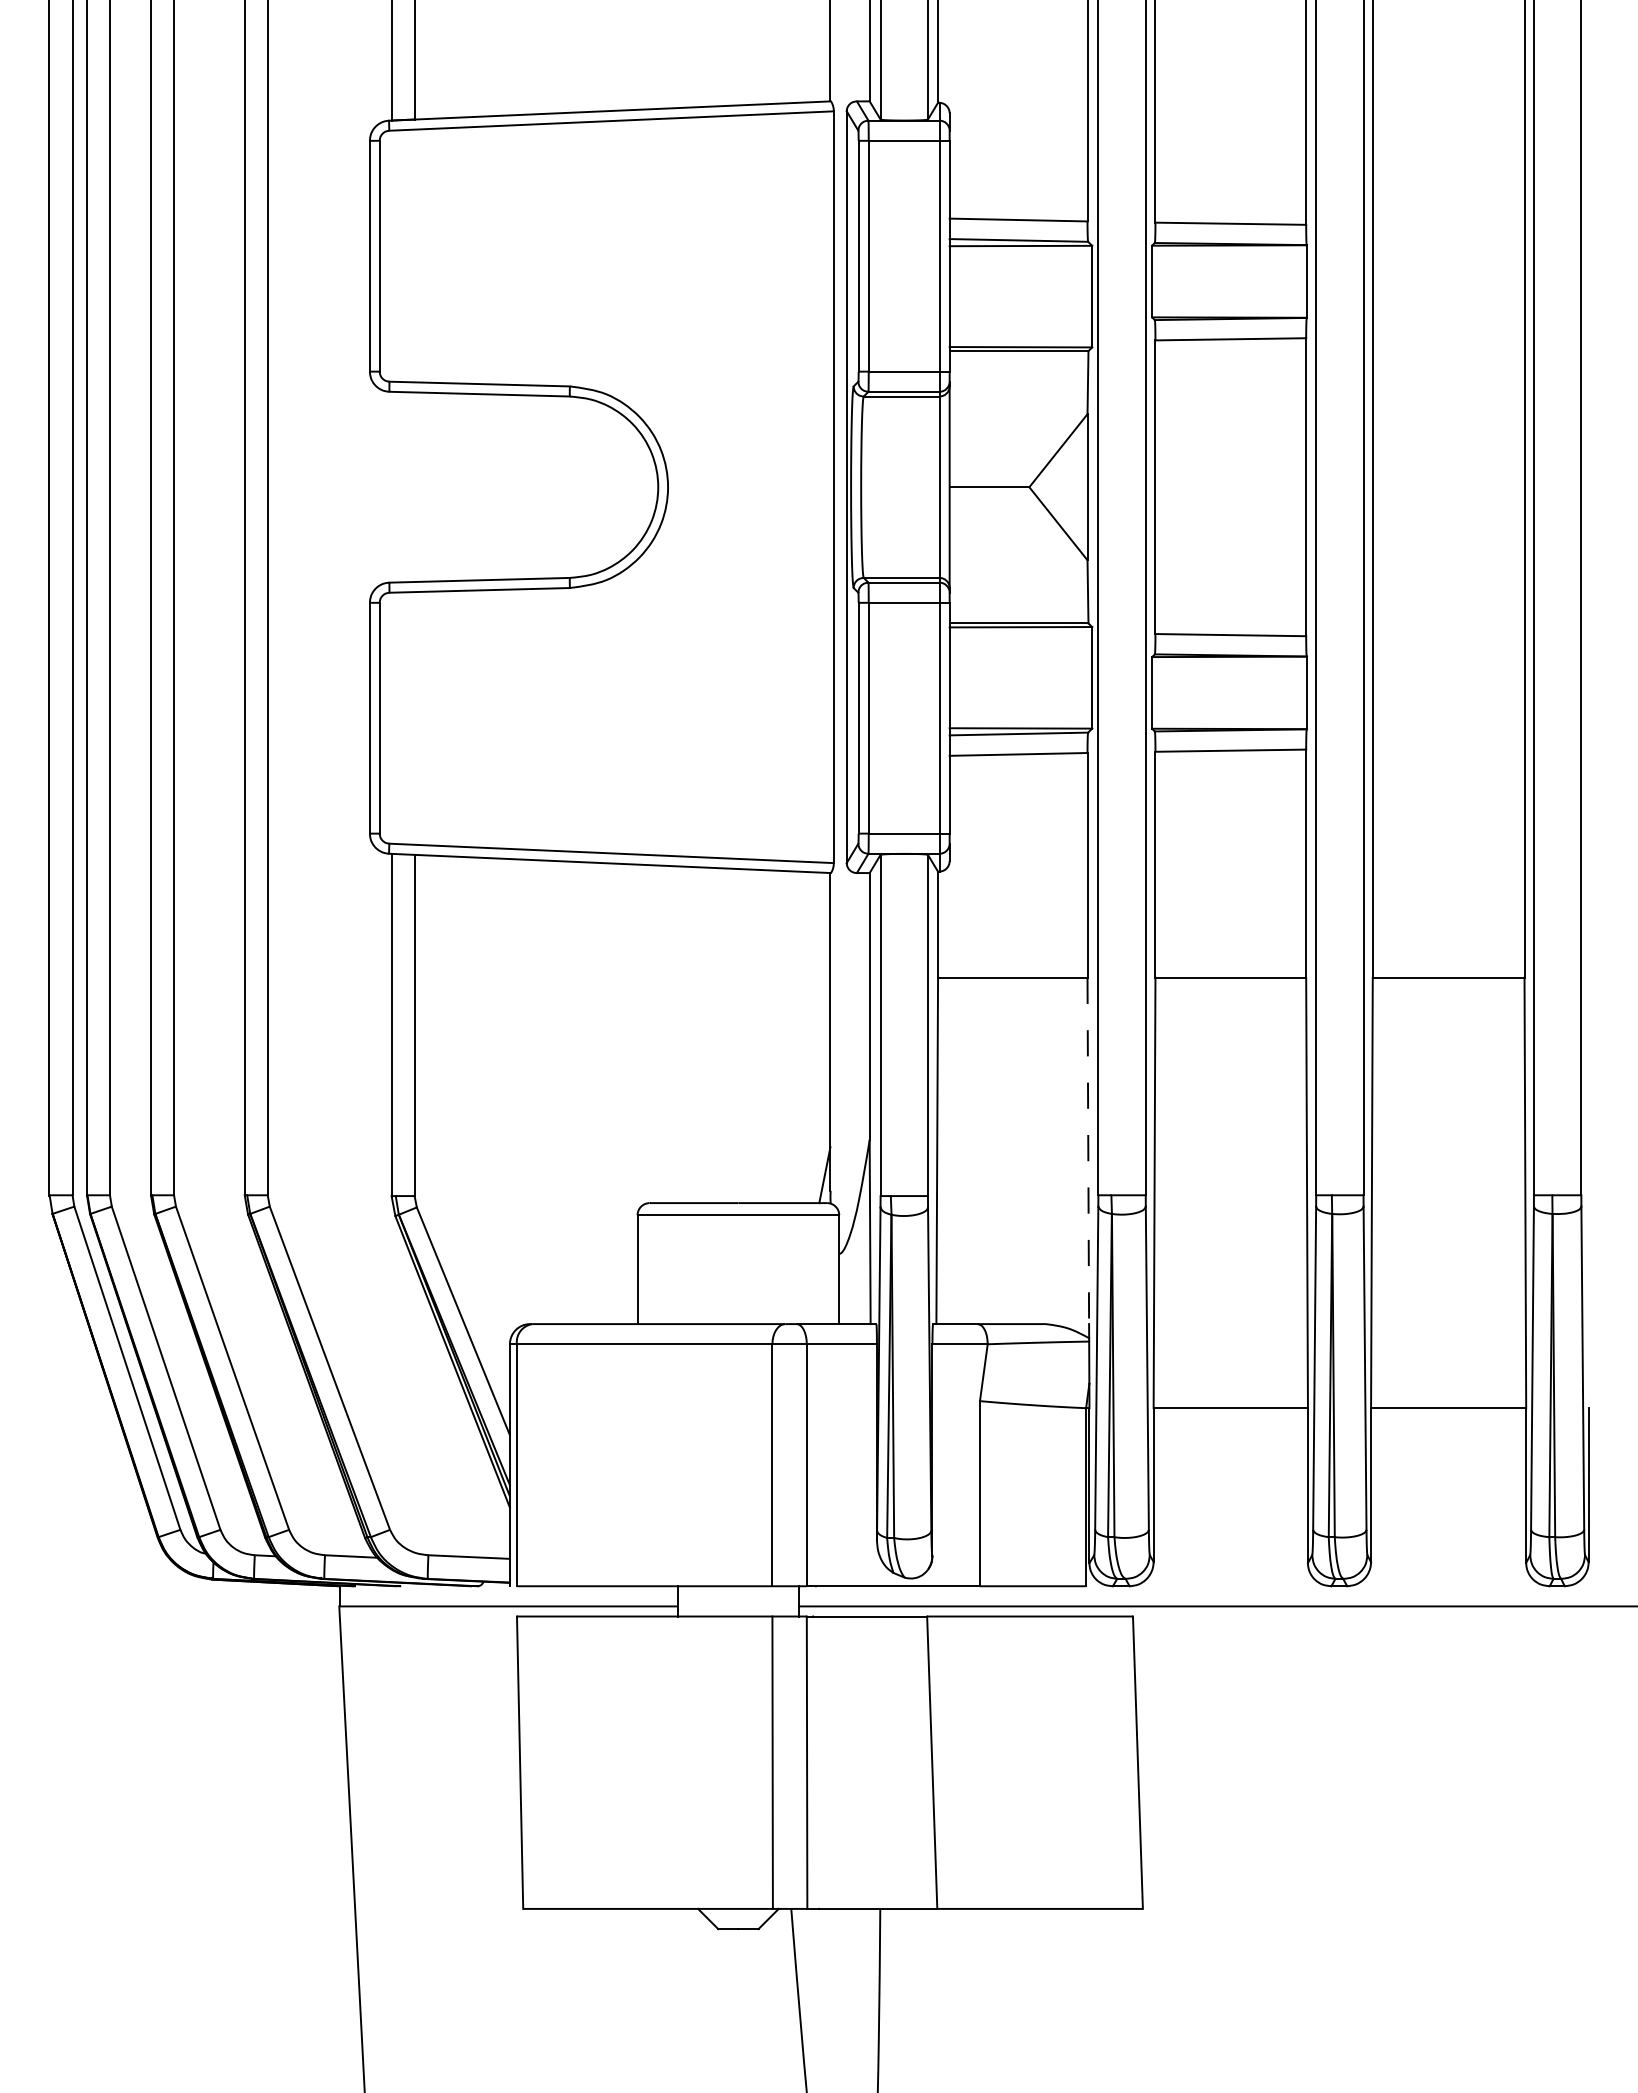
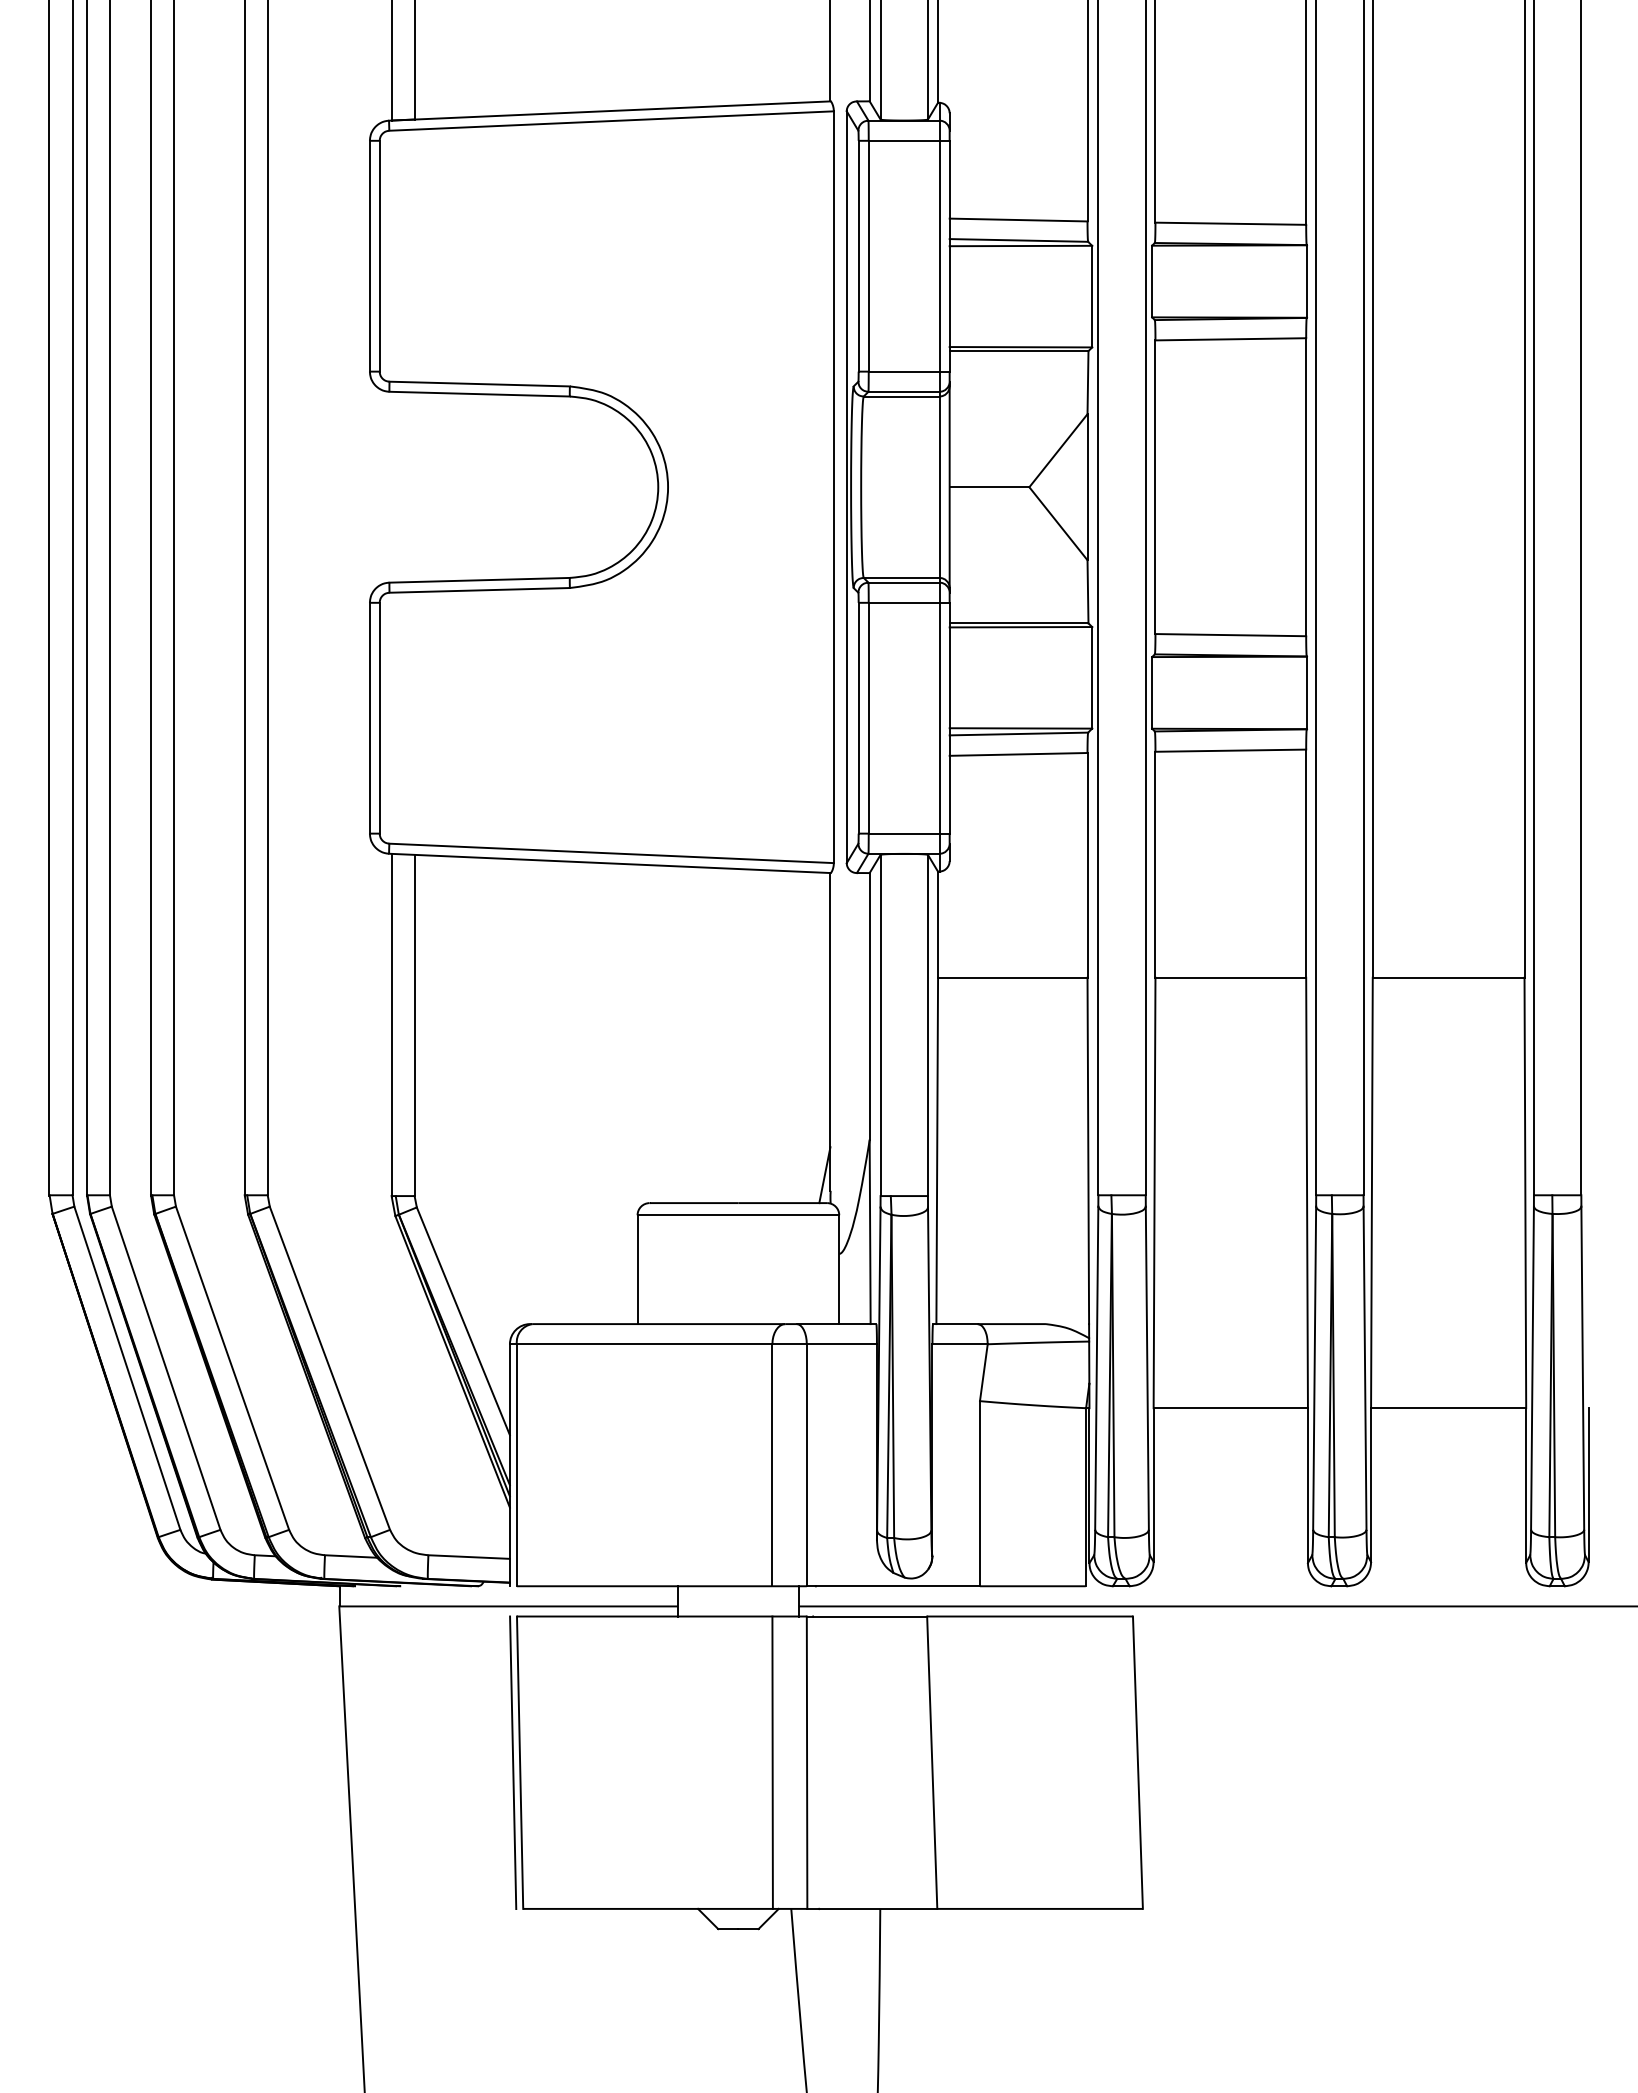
line at (1088, 1151): dashed -> solid
line at (513, 1762): none -> present
